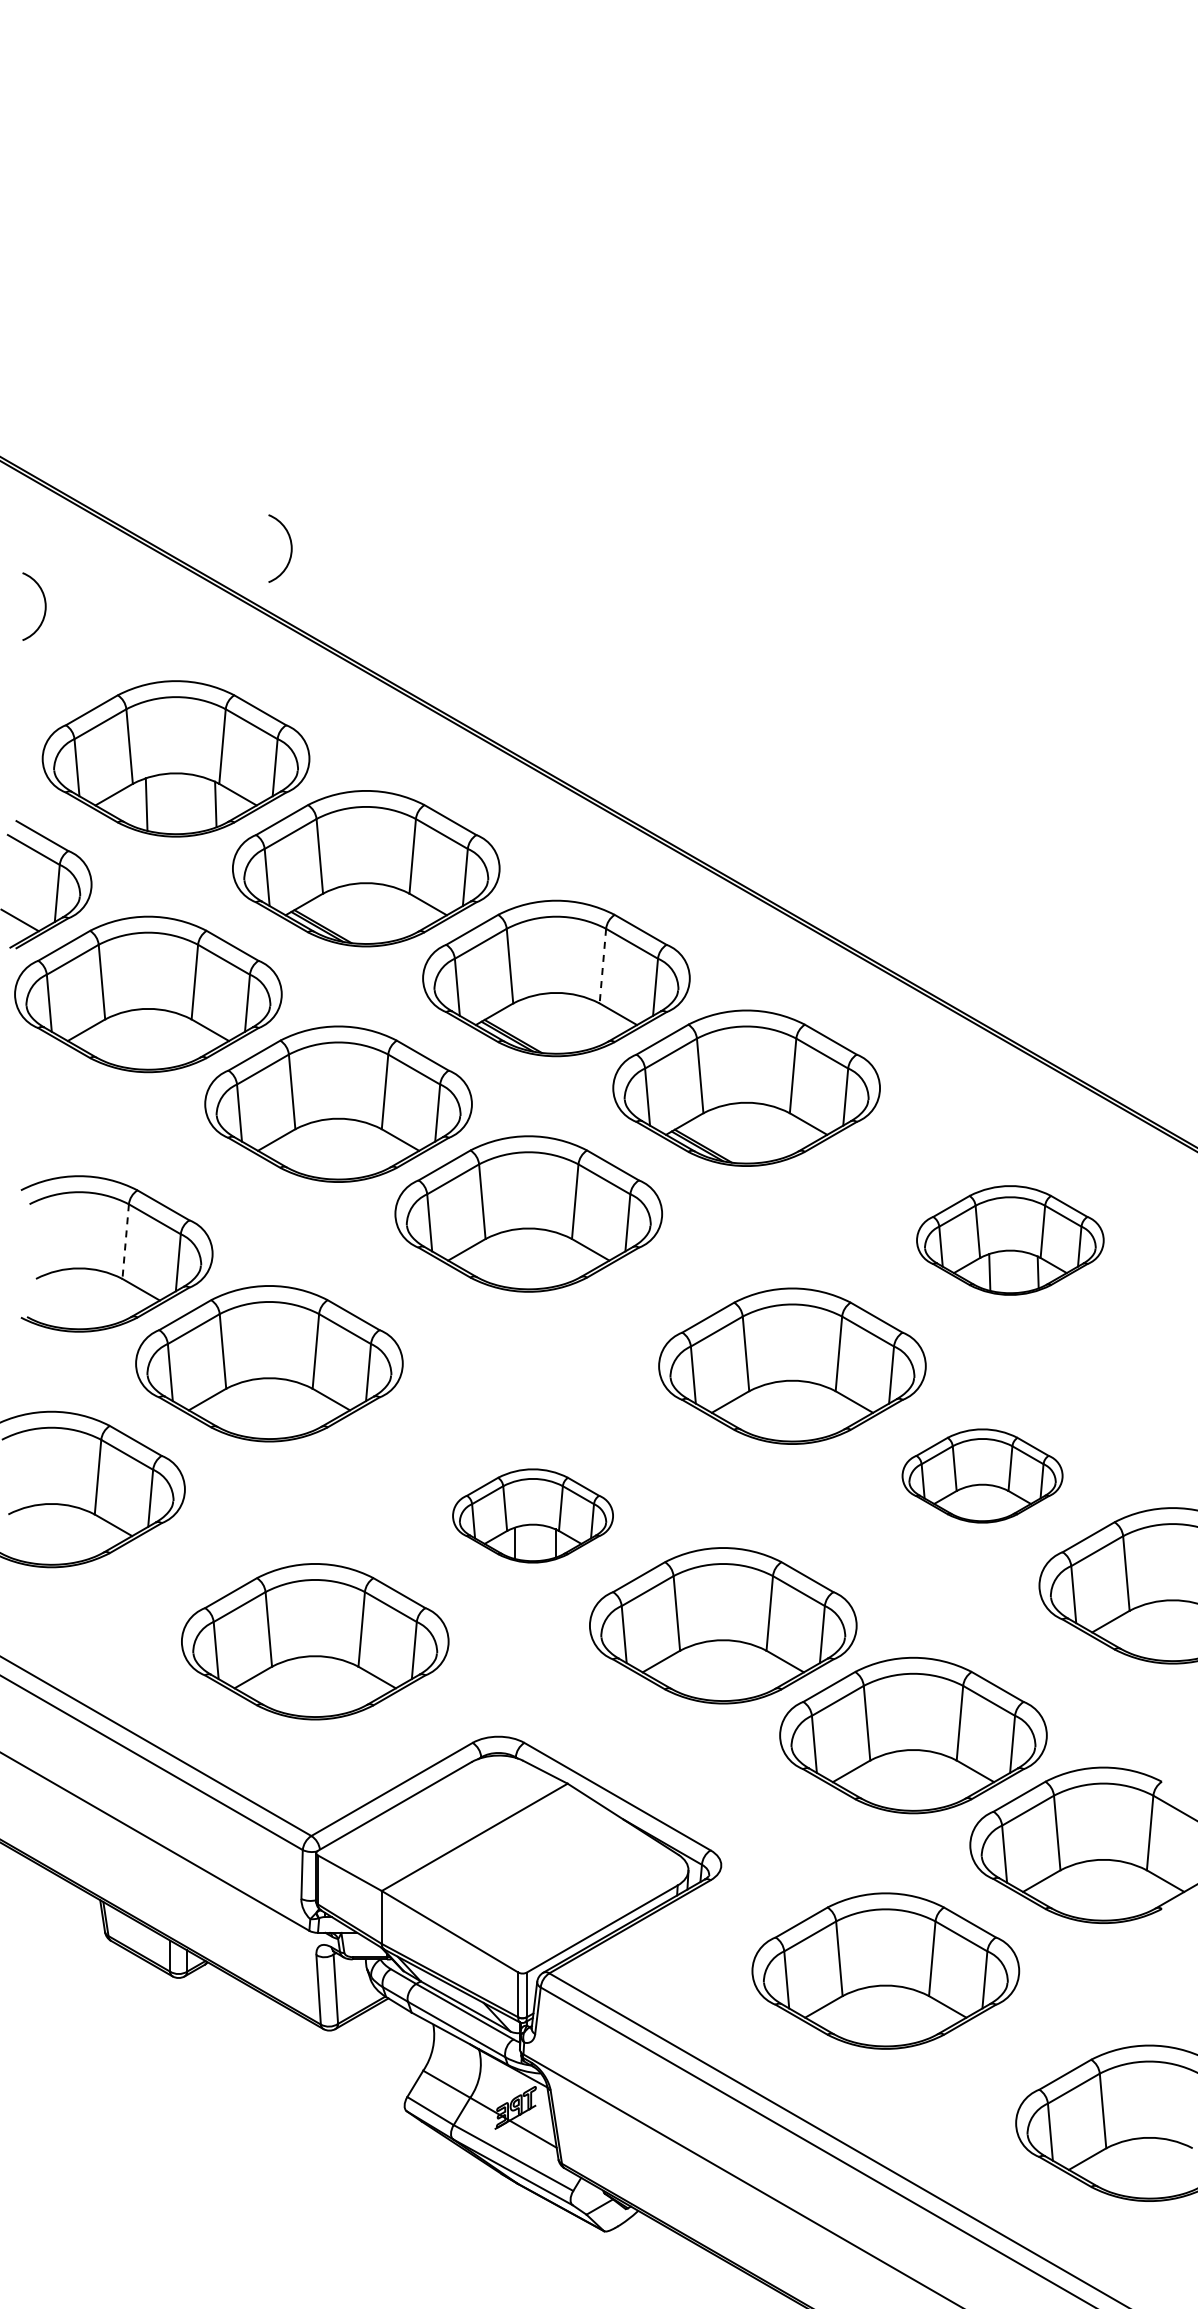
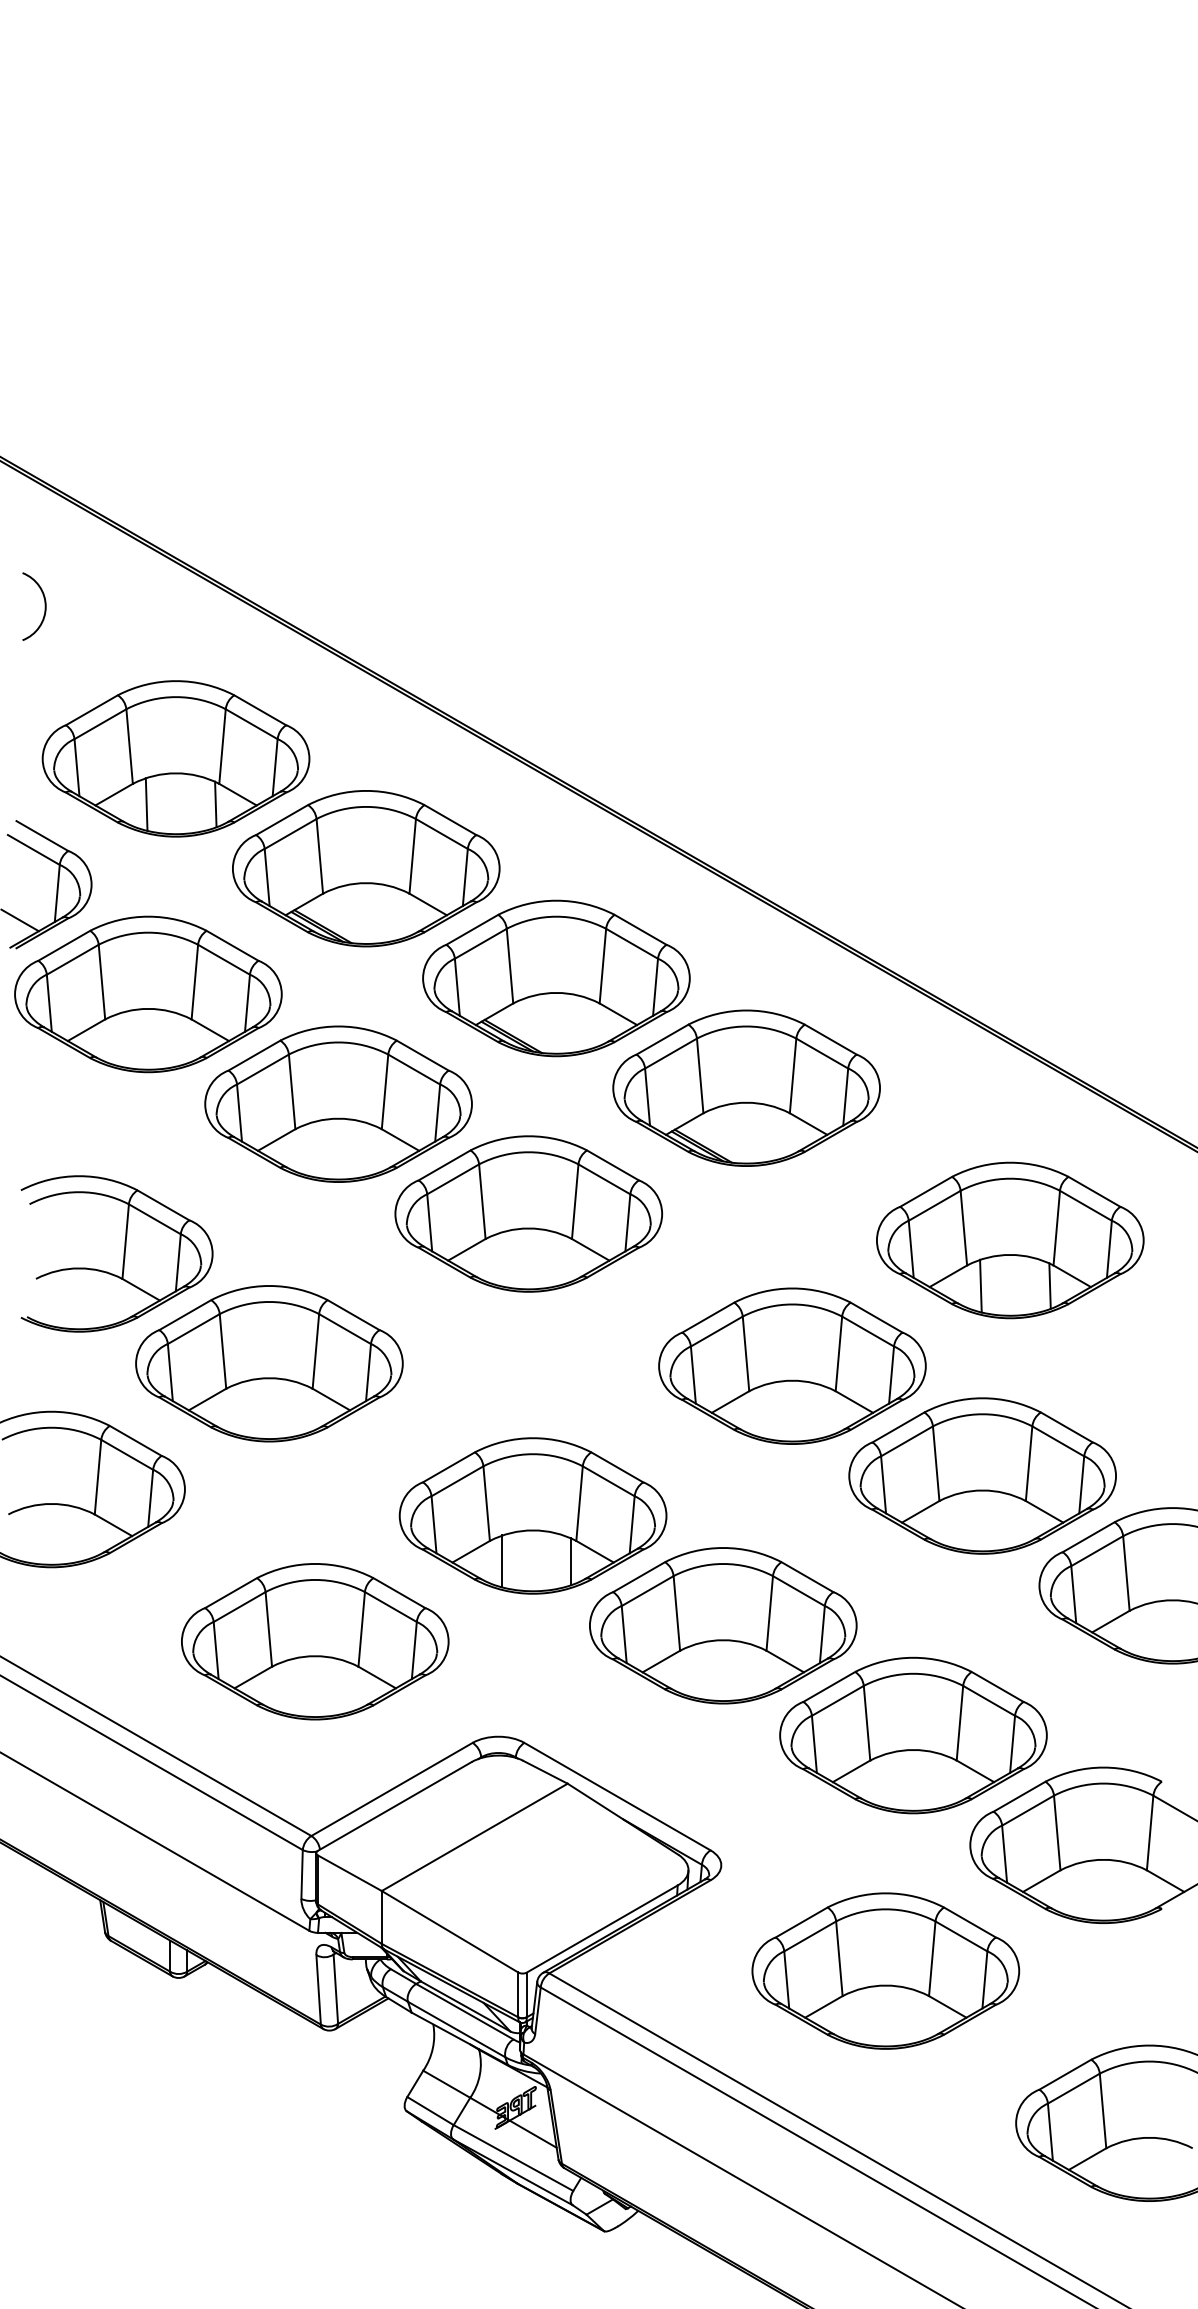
arc at (290, 548): present -> none
line at (602, 966): dashed -> solid
part at (1010, 1240) size: 189x111 px -> 269x159 px
line at (125, 1242): dashed -> solid
part at (982, 1475) size: 163x96 px -> 269x158 px
part at (532, 1515) size: 162x96 px -> 270x158 px
